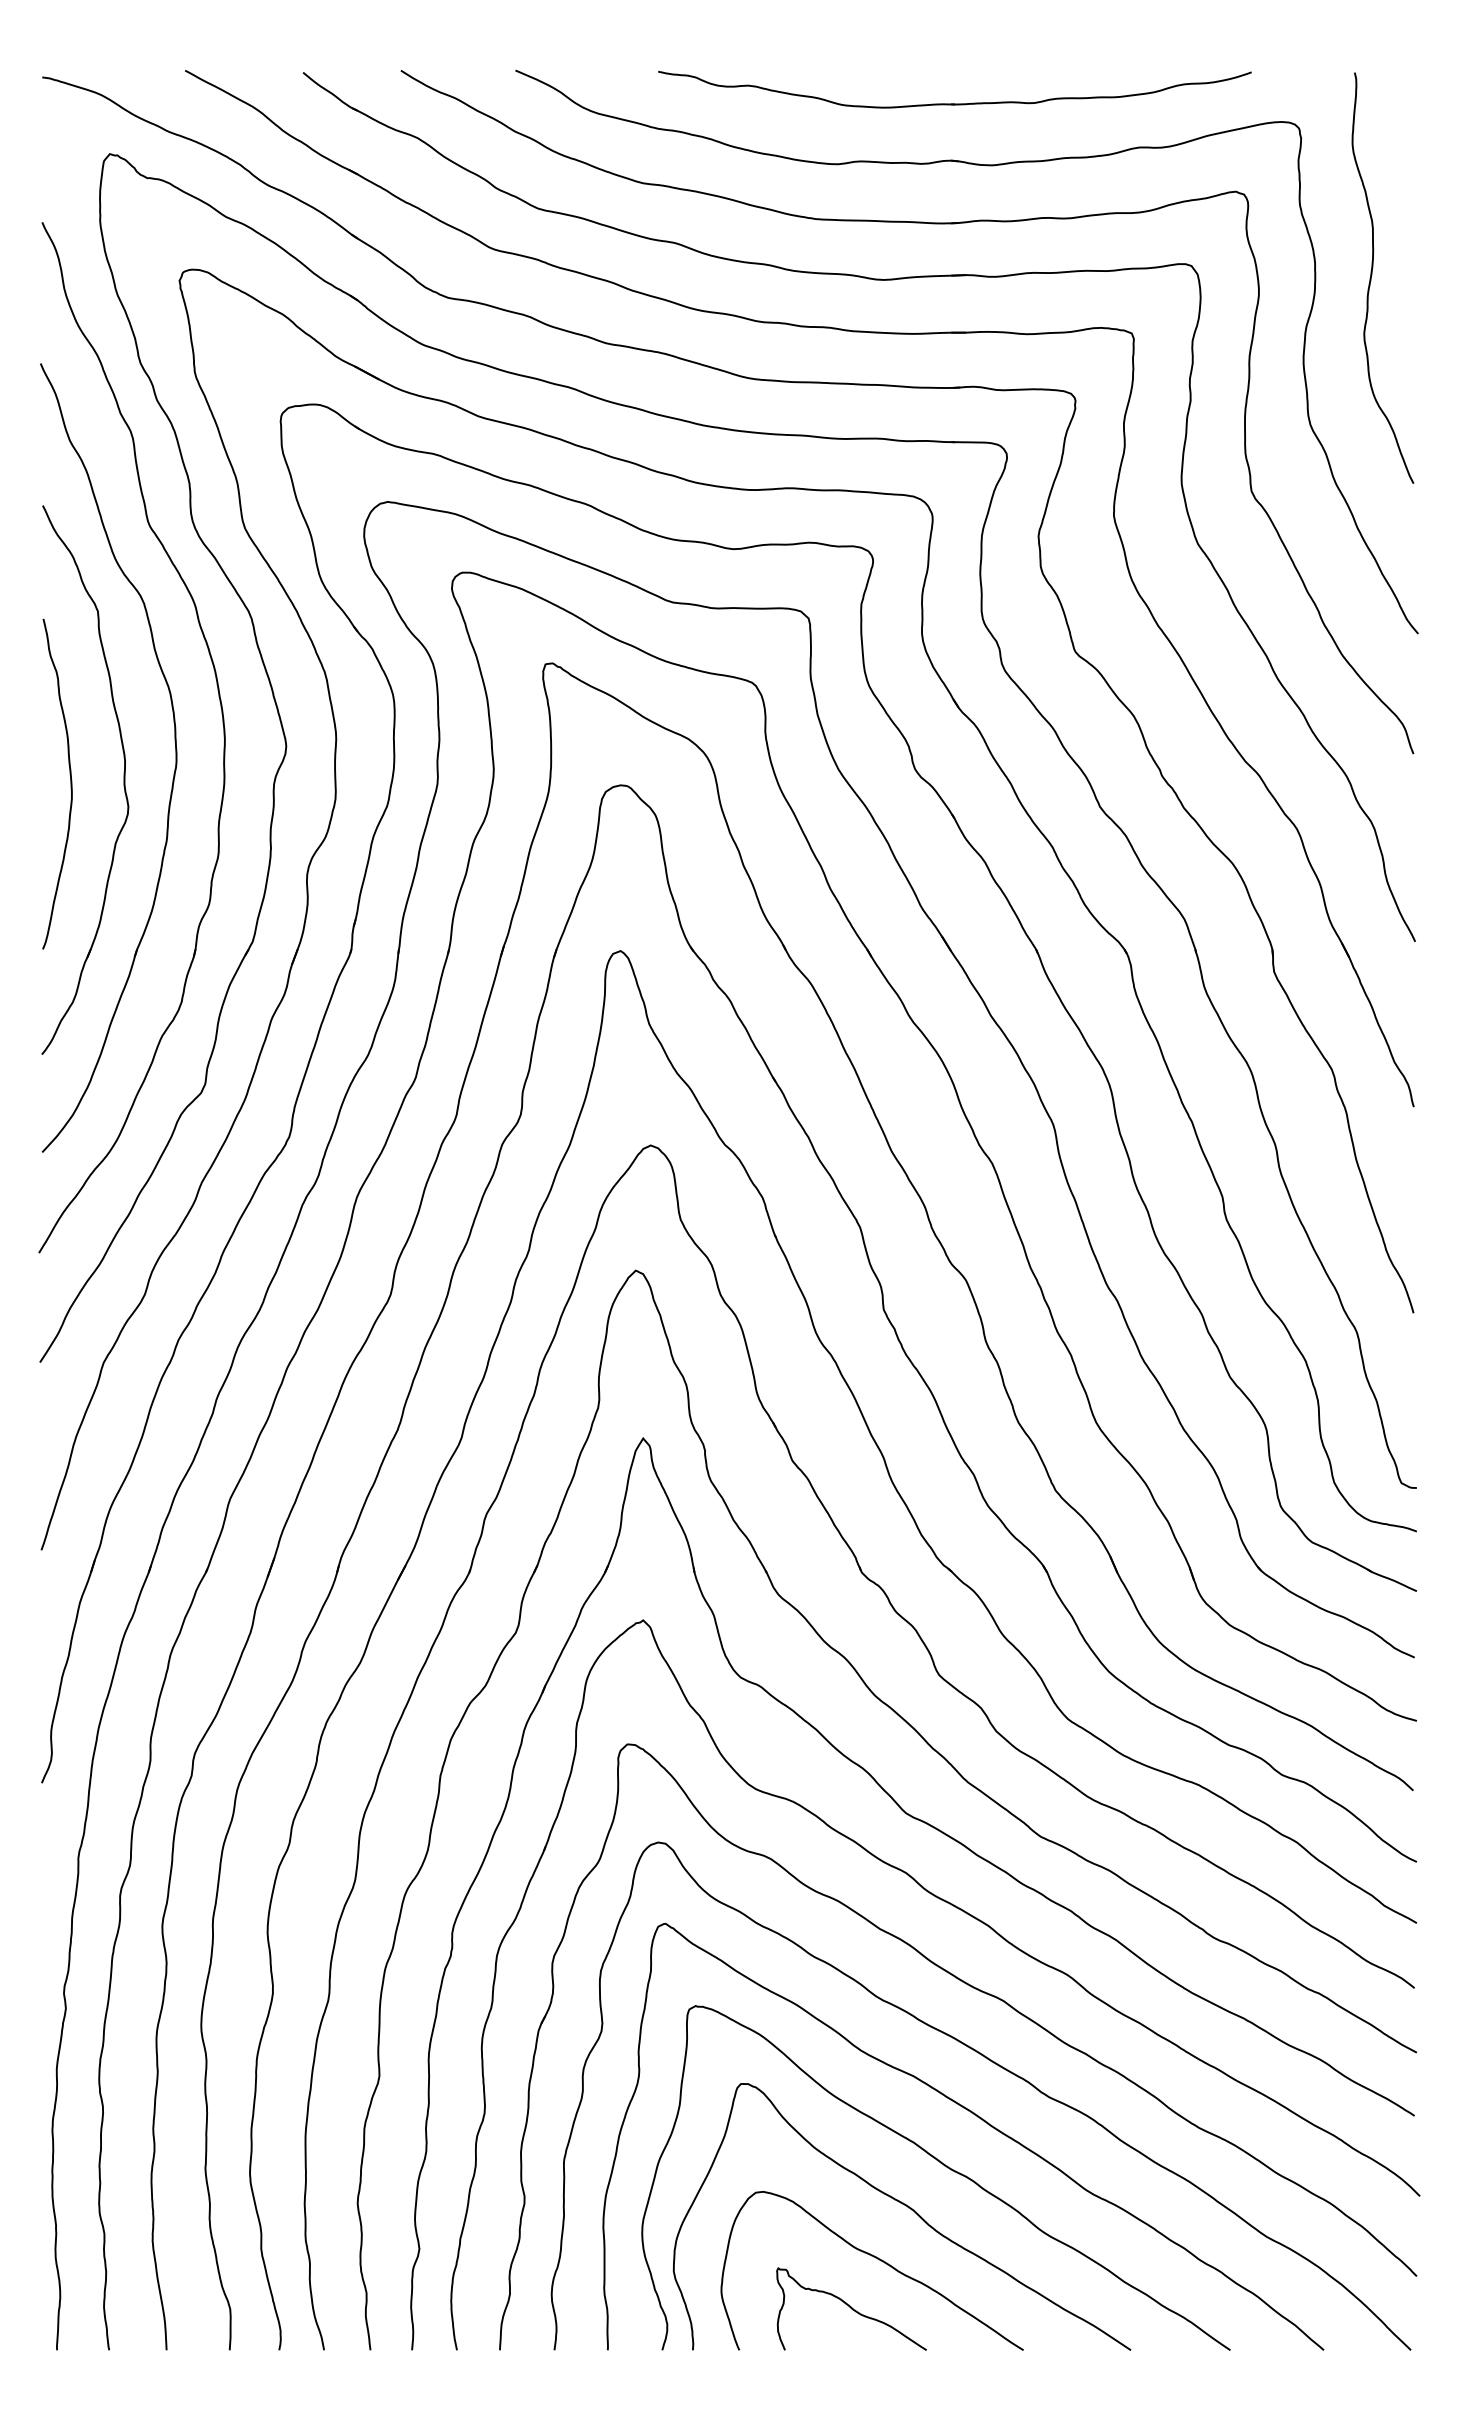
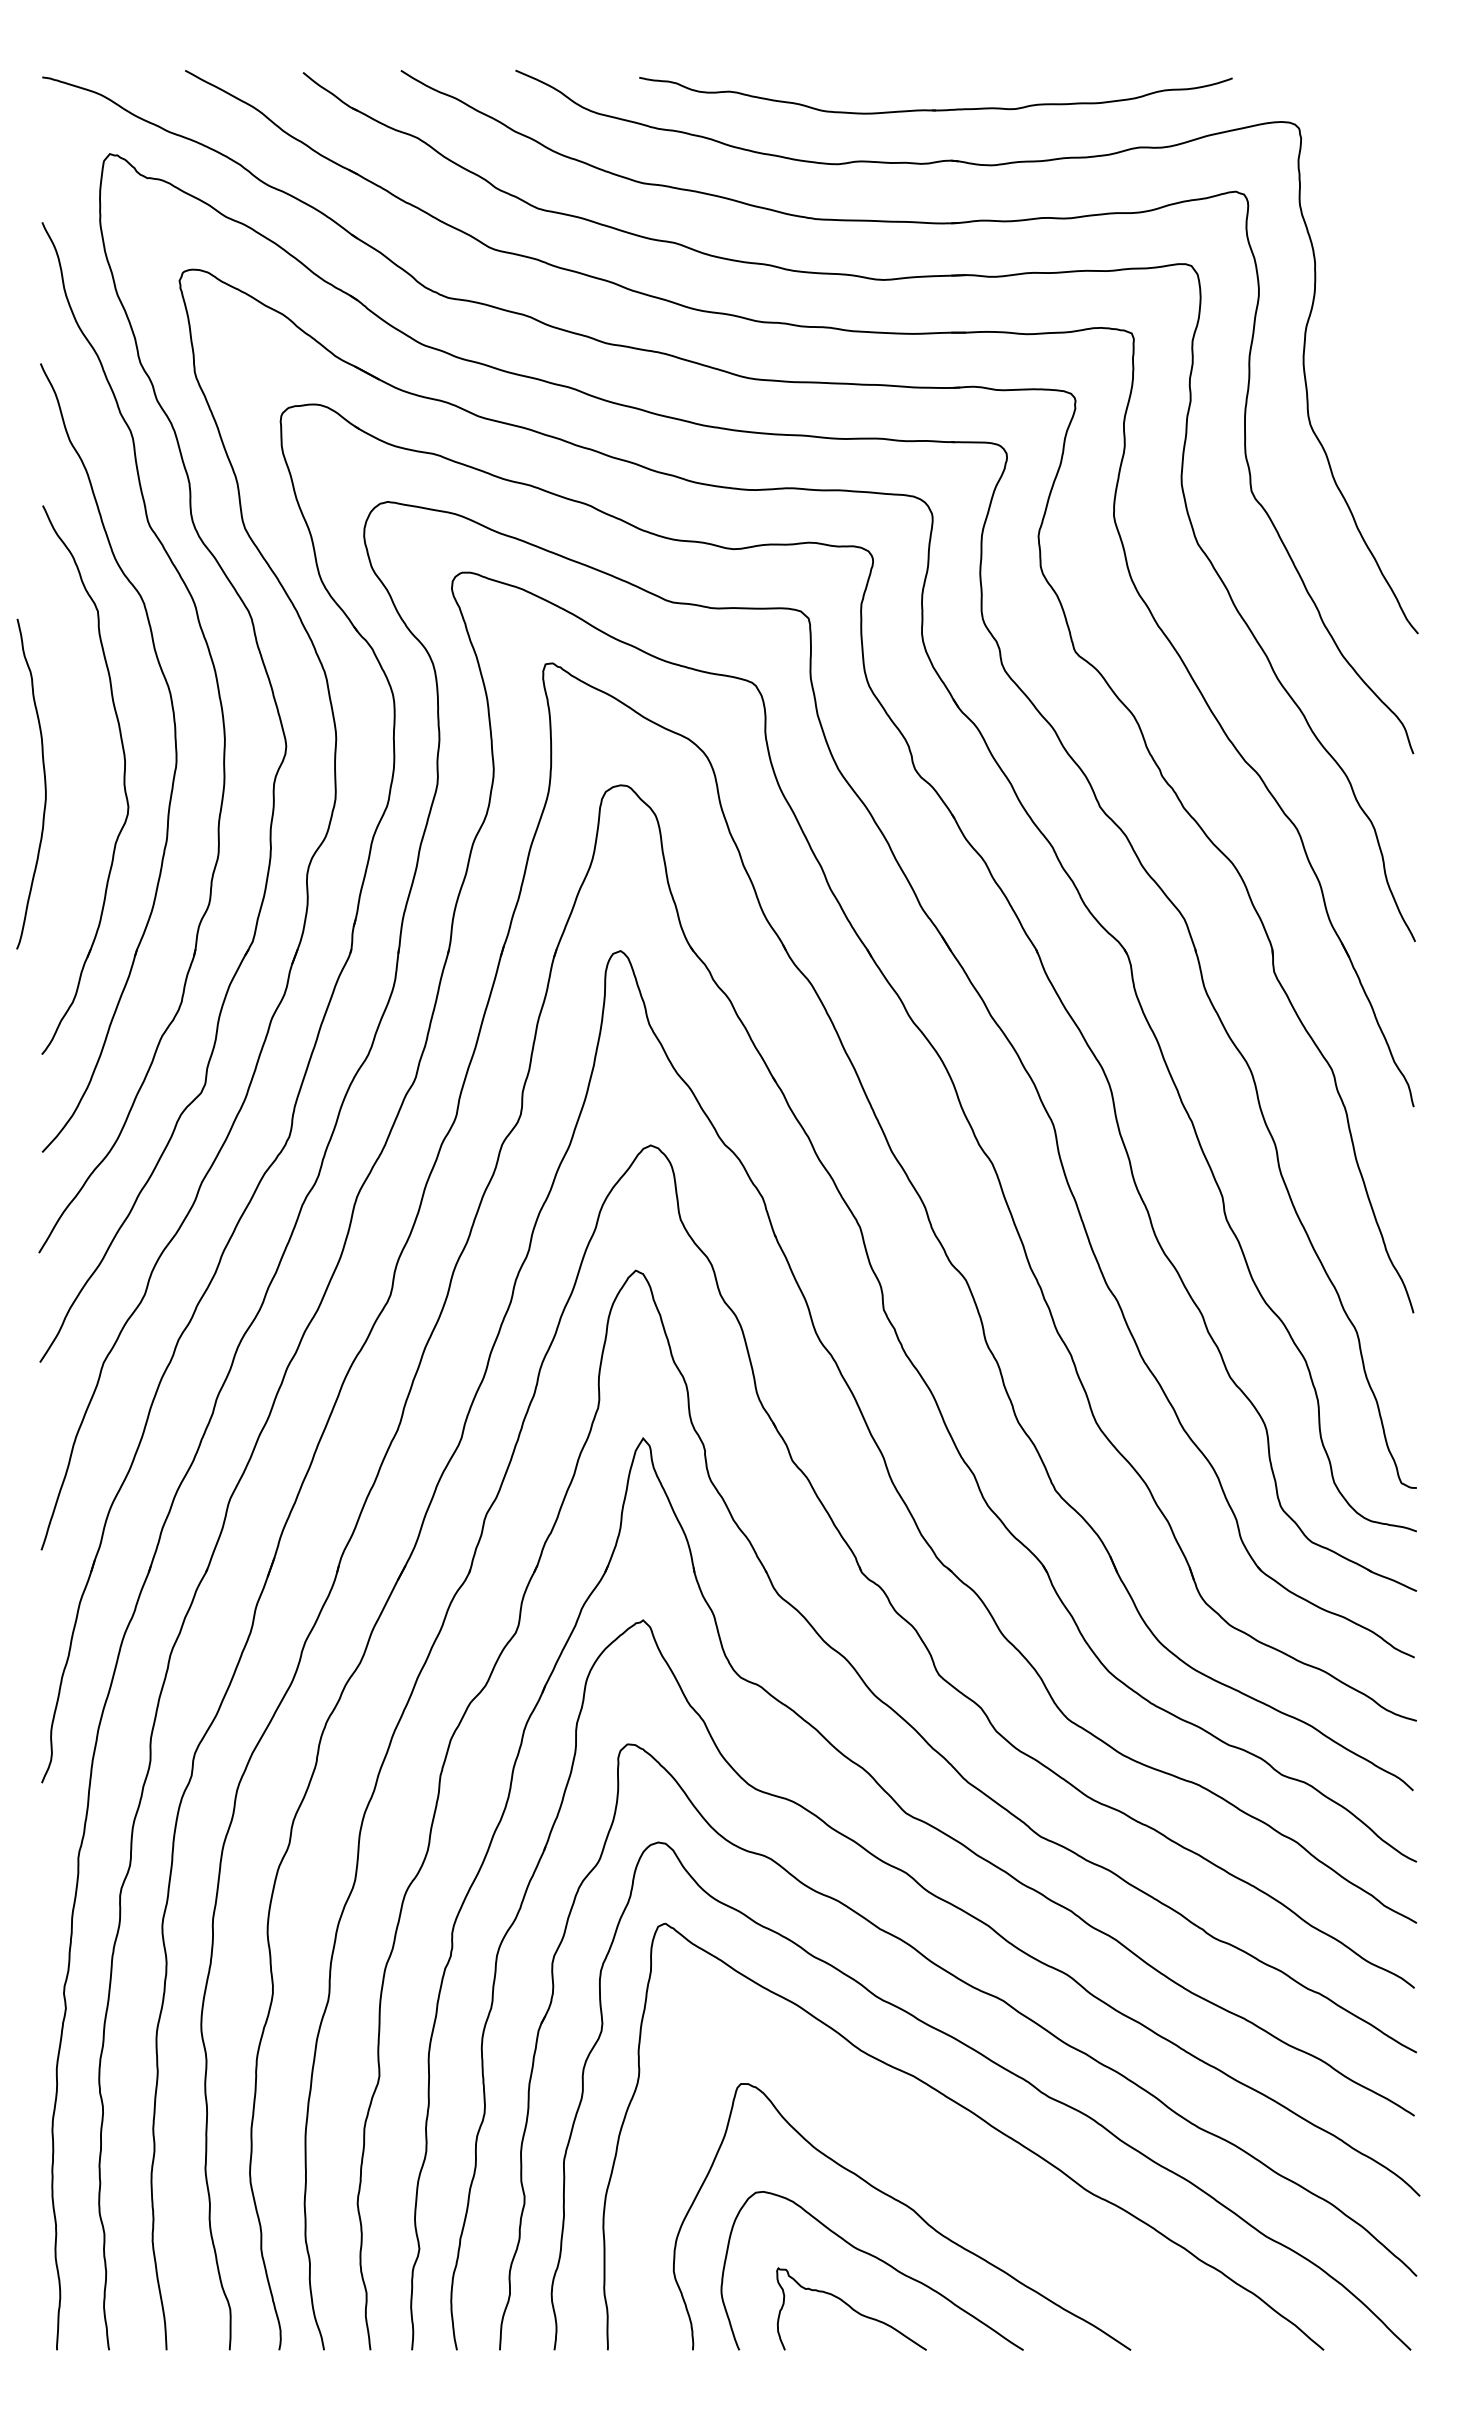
part at (954, 103) position: (954, 103) -> (935, 109)
curve at (1372, 275): present -> none
curve at (70, 783) position: (70, 783) -> (44, 783)
curve at (944, 2166): present -> none
